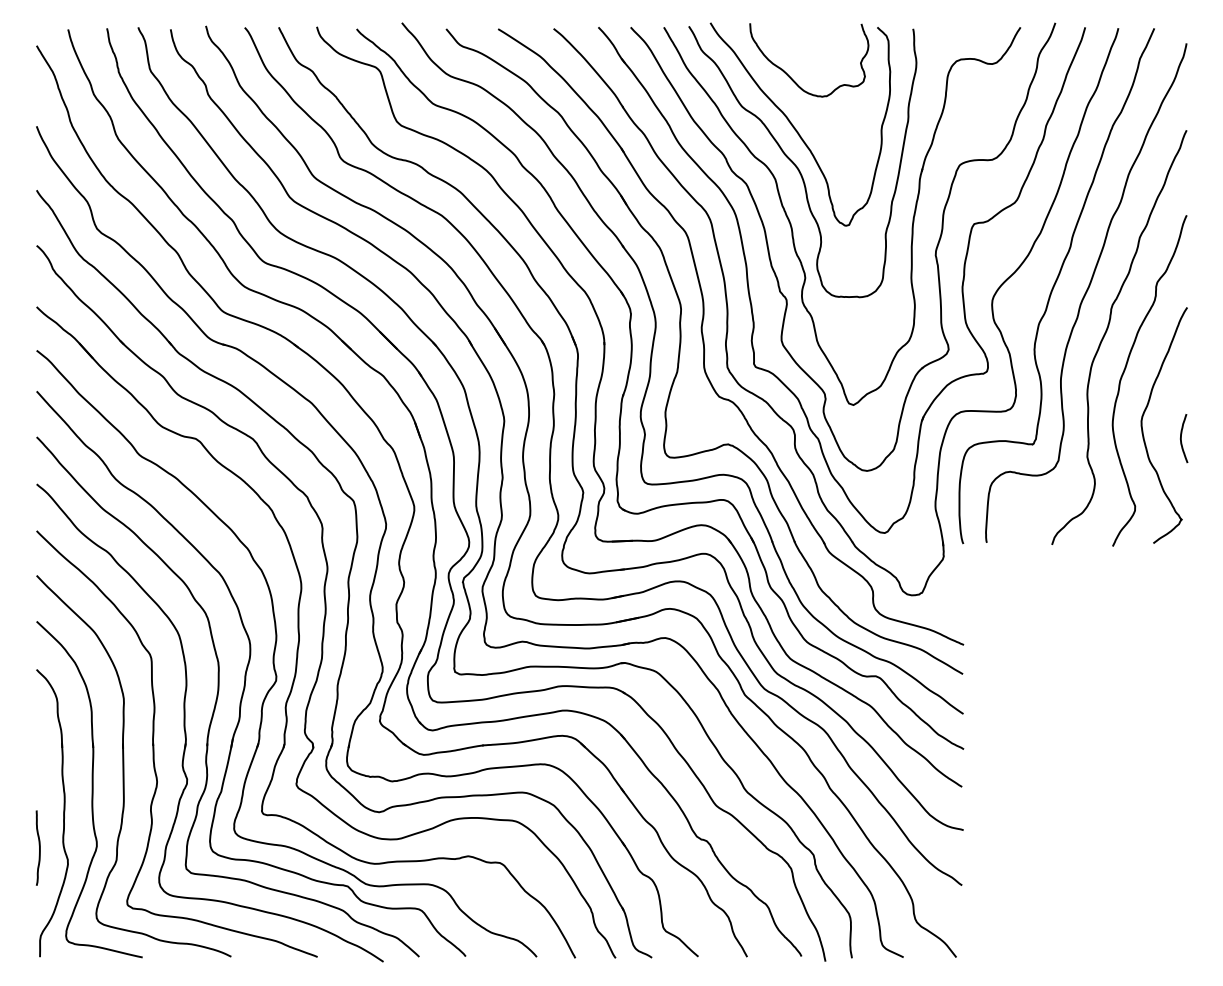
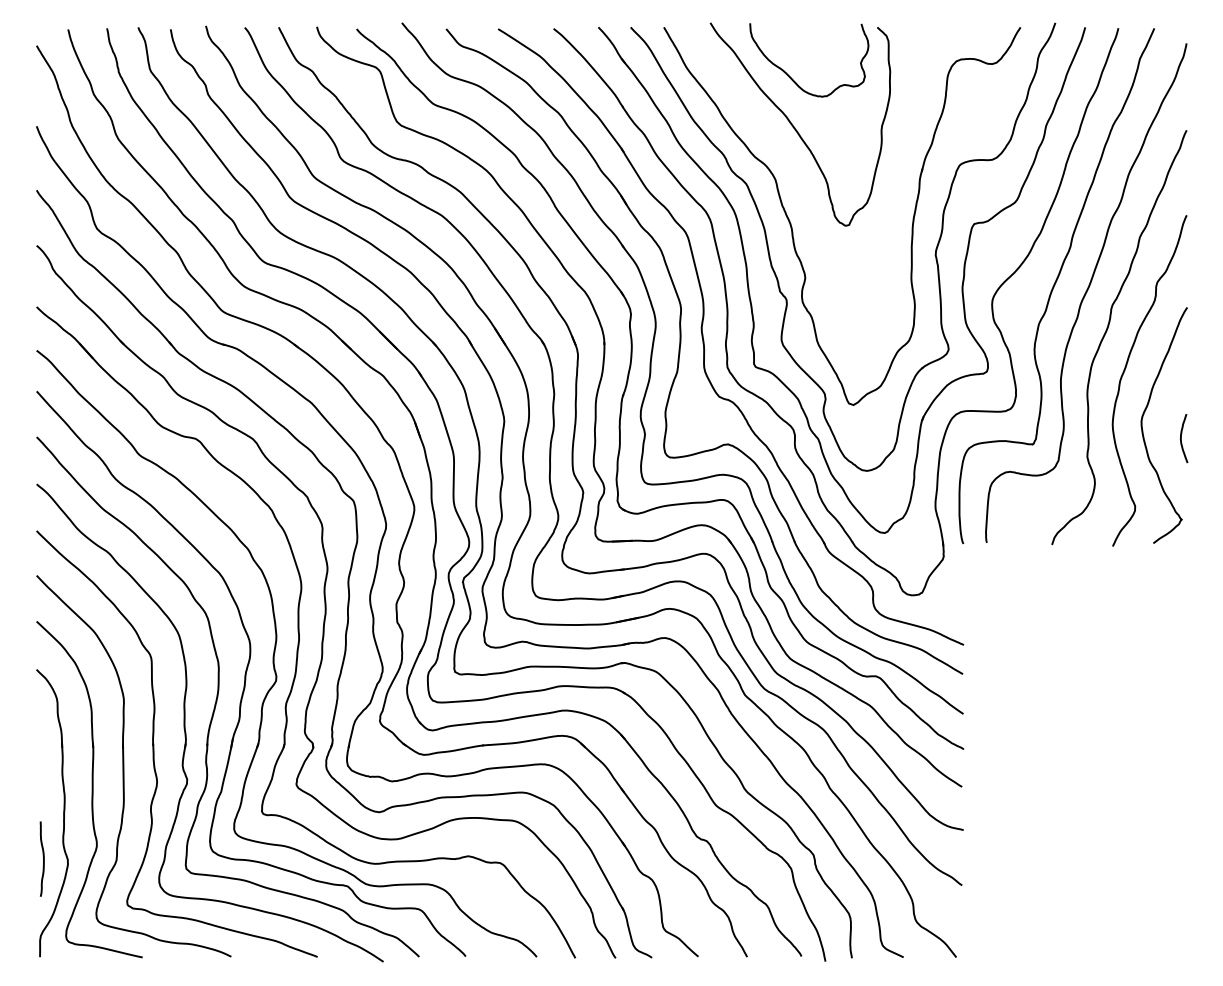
curve at (797, 166): present -> none
curve at (39, 847) position: (39, 847) -> (43, 858)
